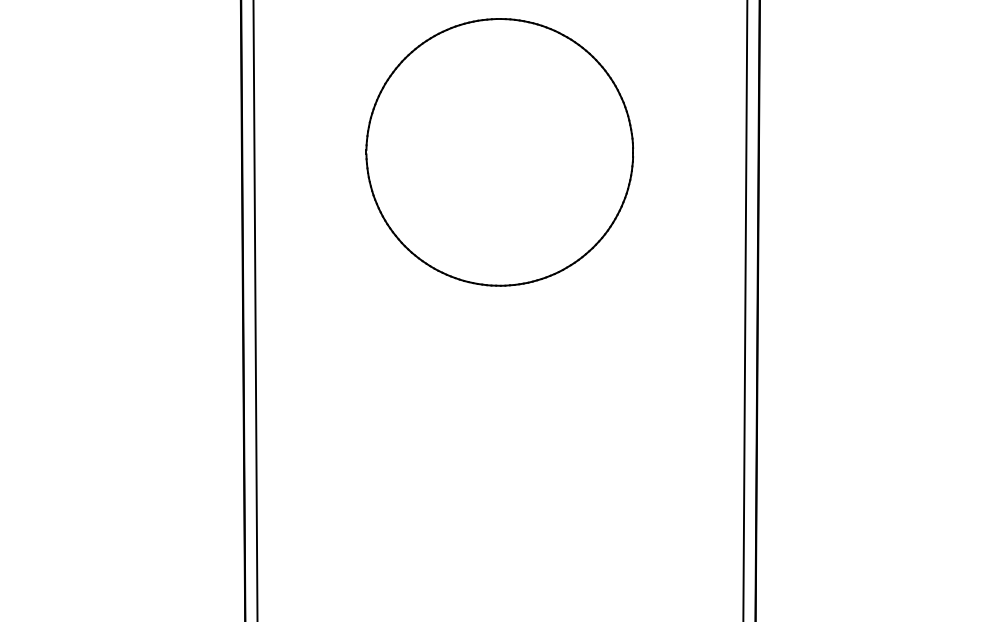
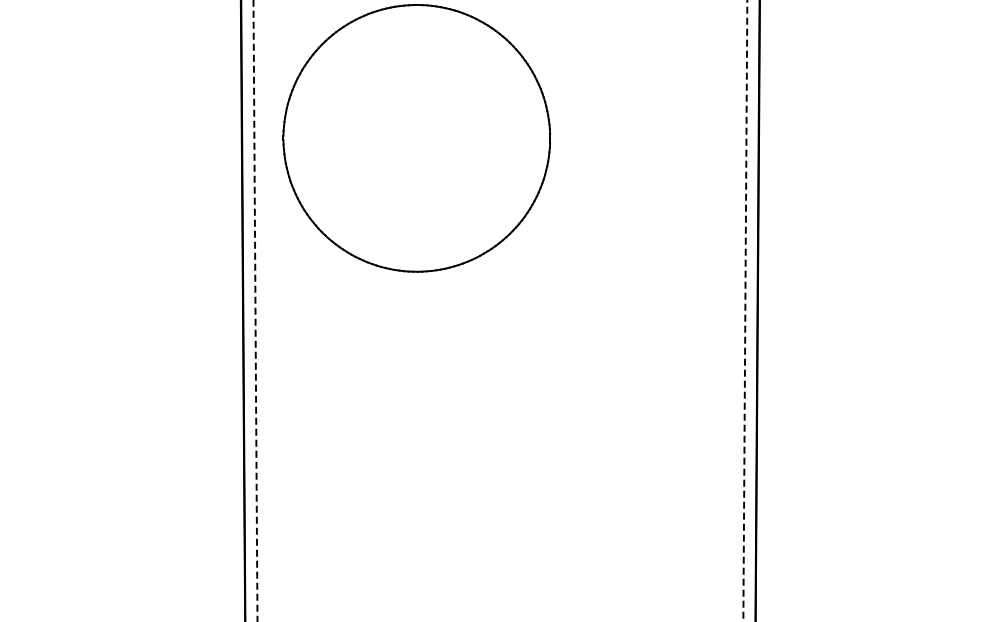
part at (499, 152) position: (499, 152) -> (416, 138)
line at (255, 310): solid -> dashed
line at (745, 311): solid -> dashed
